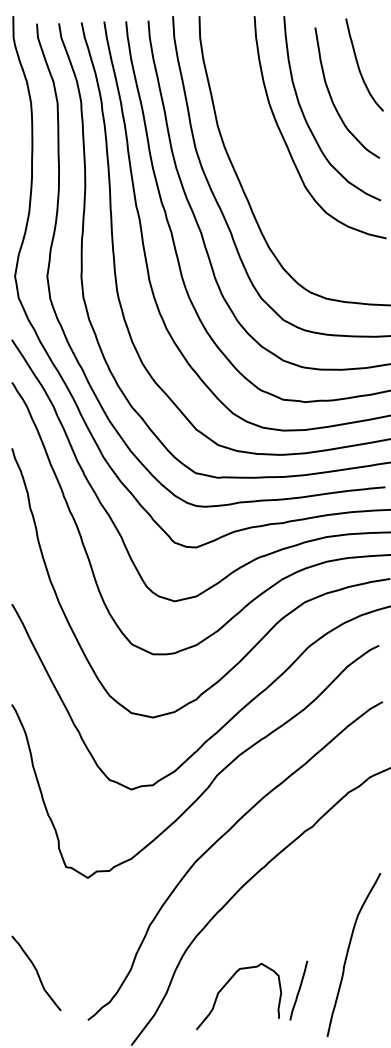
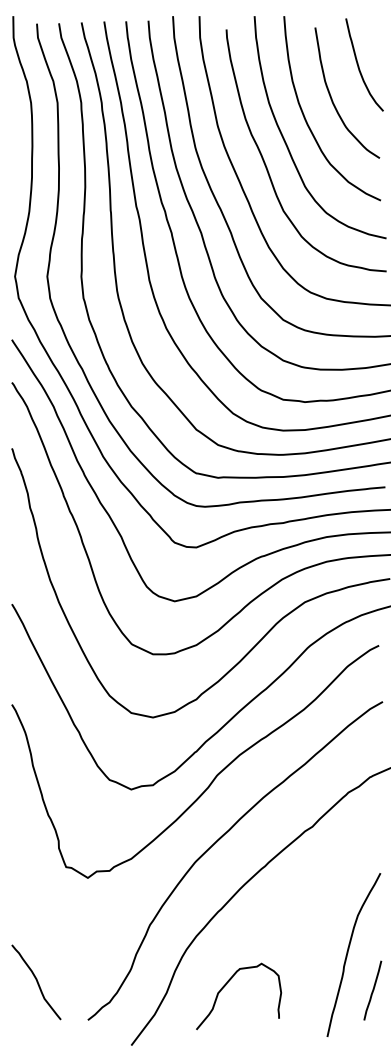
curve at (266, 164): none -> present
curve at (36, 973) position: (36, 973) -> (36, 982)
line at (298, 990) position: (298, 990) -> (372, 990)
